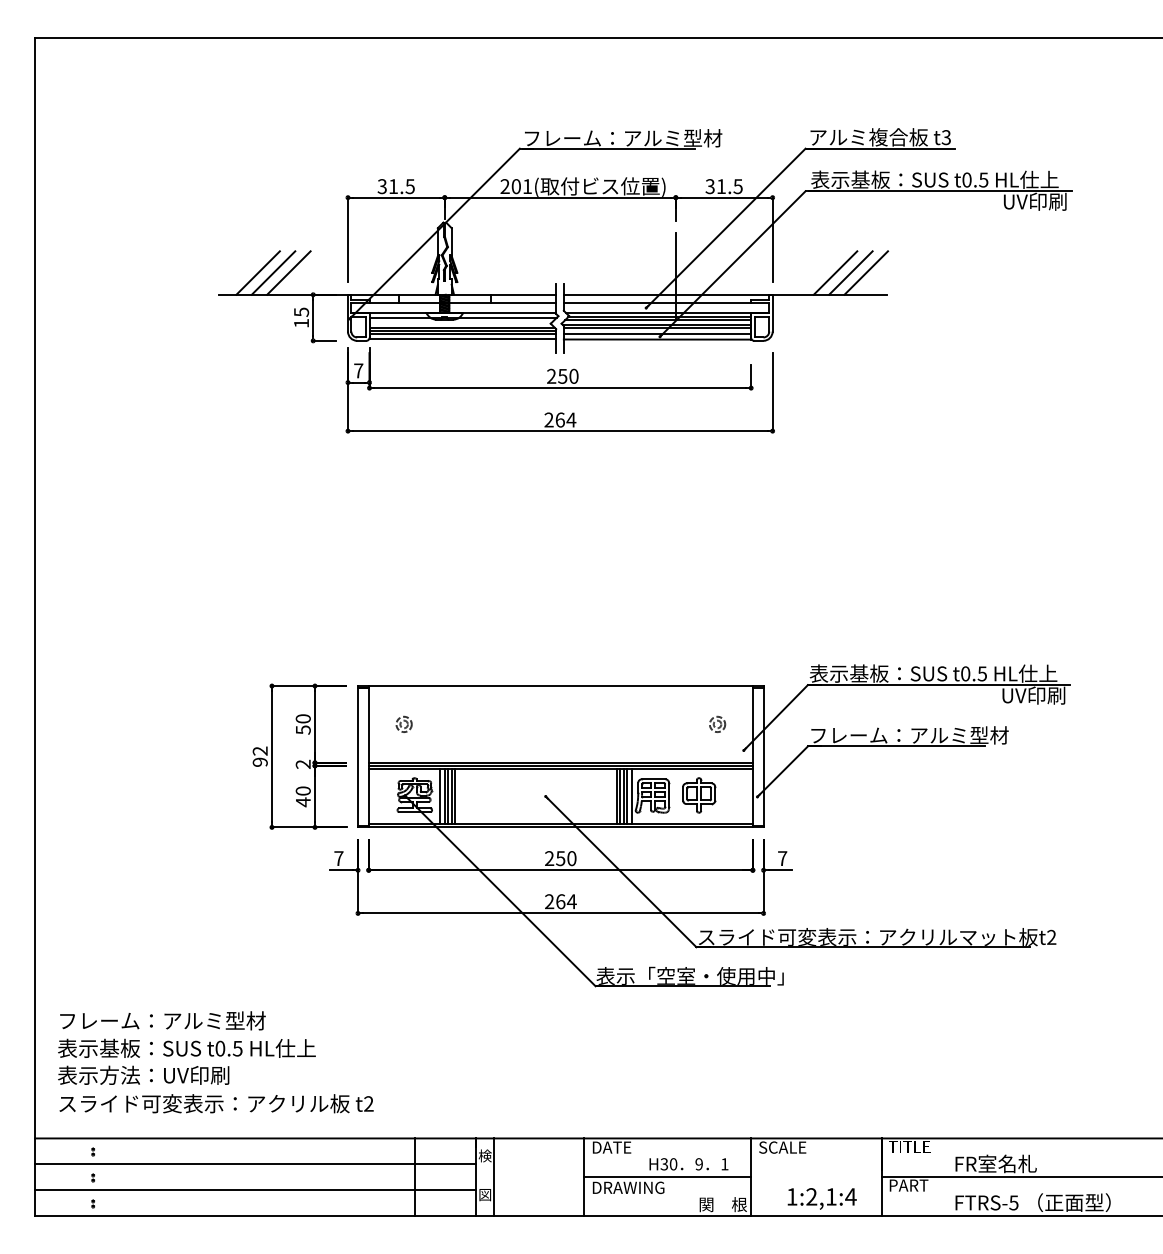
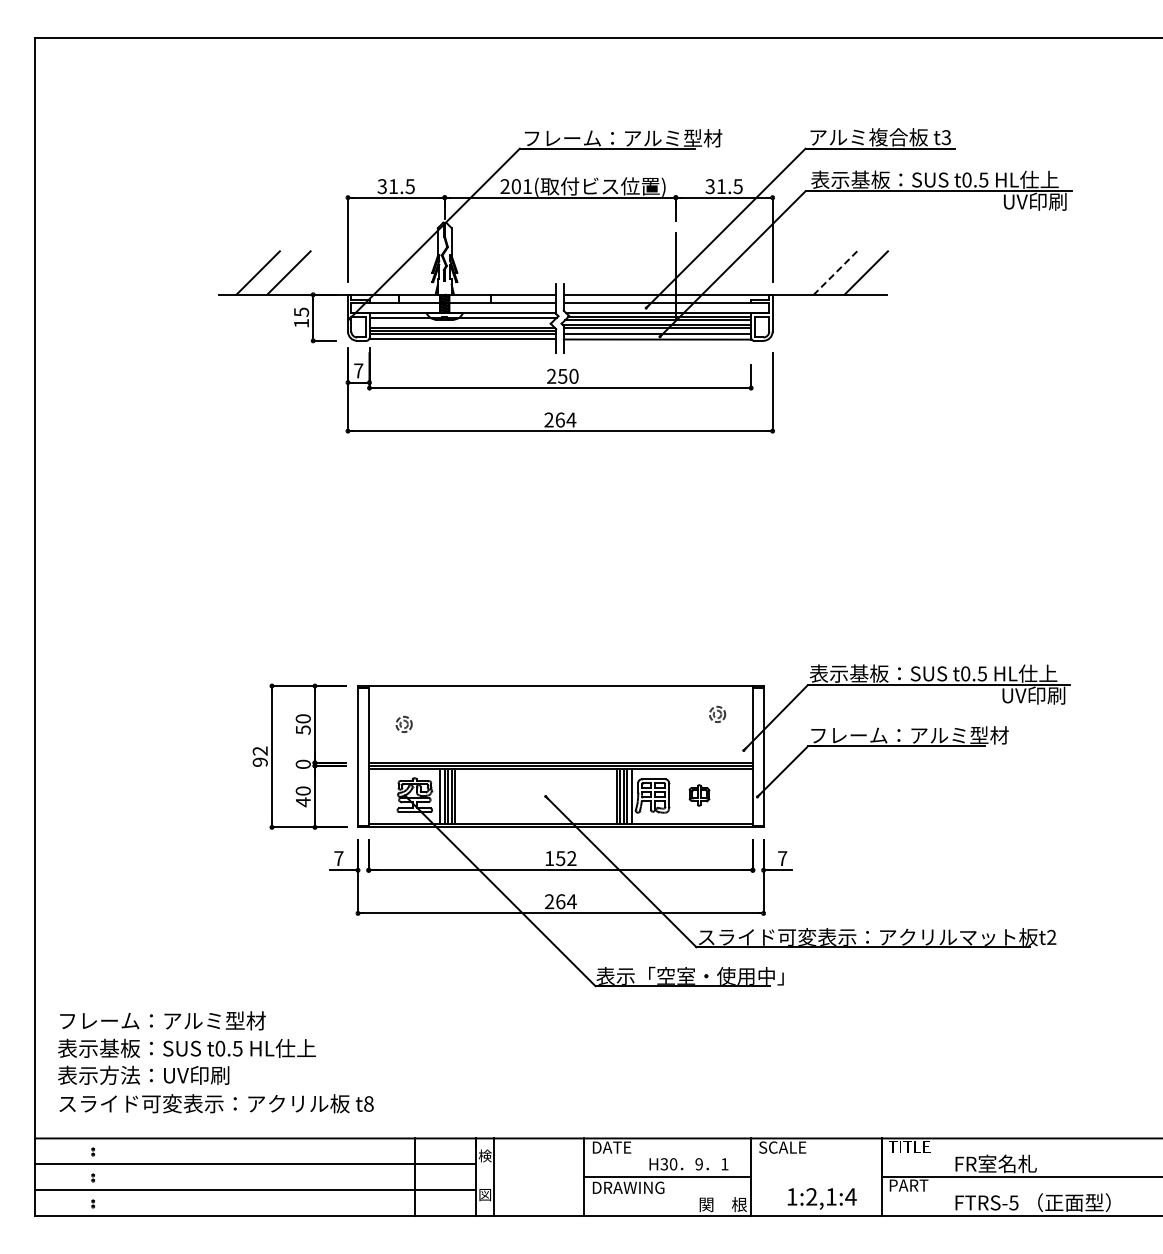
line at (273, 272): present -> none
line at (850, 272): present -> none
line at (835, 273): solid -> dashed
part at (717, 723) position: (717, 723) -> (717, 713)
text at (302, 763): 2 -> 0
part at (699, 795) size: 35x37 px -> 23x23 px
text at (560, 858): 250 -> 152
text at (368, 1103): t2 -> t8
